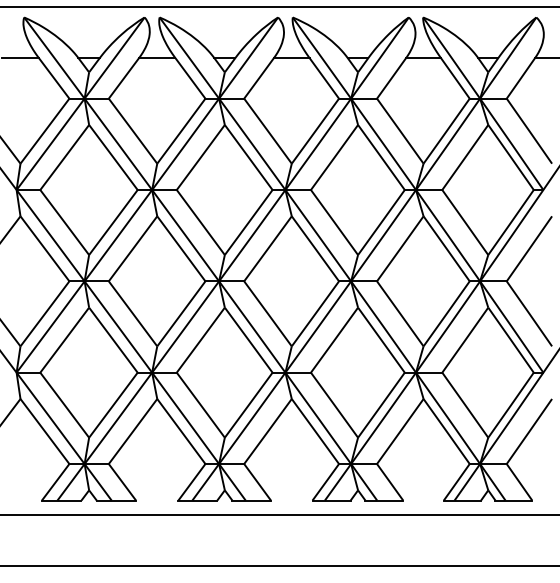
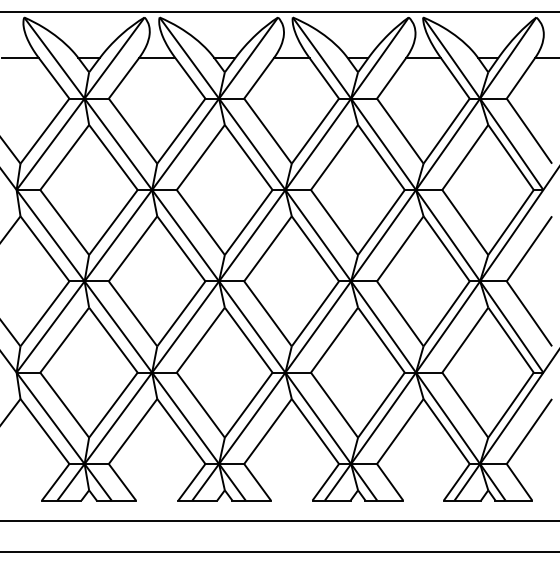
line at (279, 7) position: (279, 7) -> (279, 12)
line at (279, 514) position: (279, 514) -> (279, 520)
line at (279, 565) position: (279, 565) -> (279, 551)
